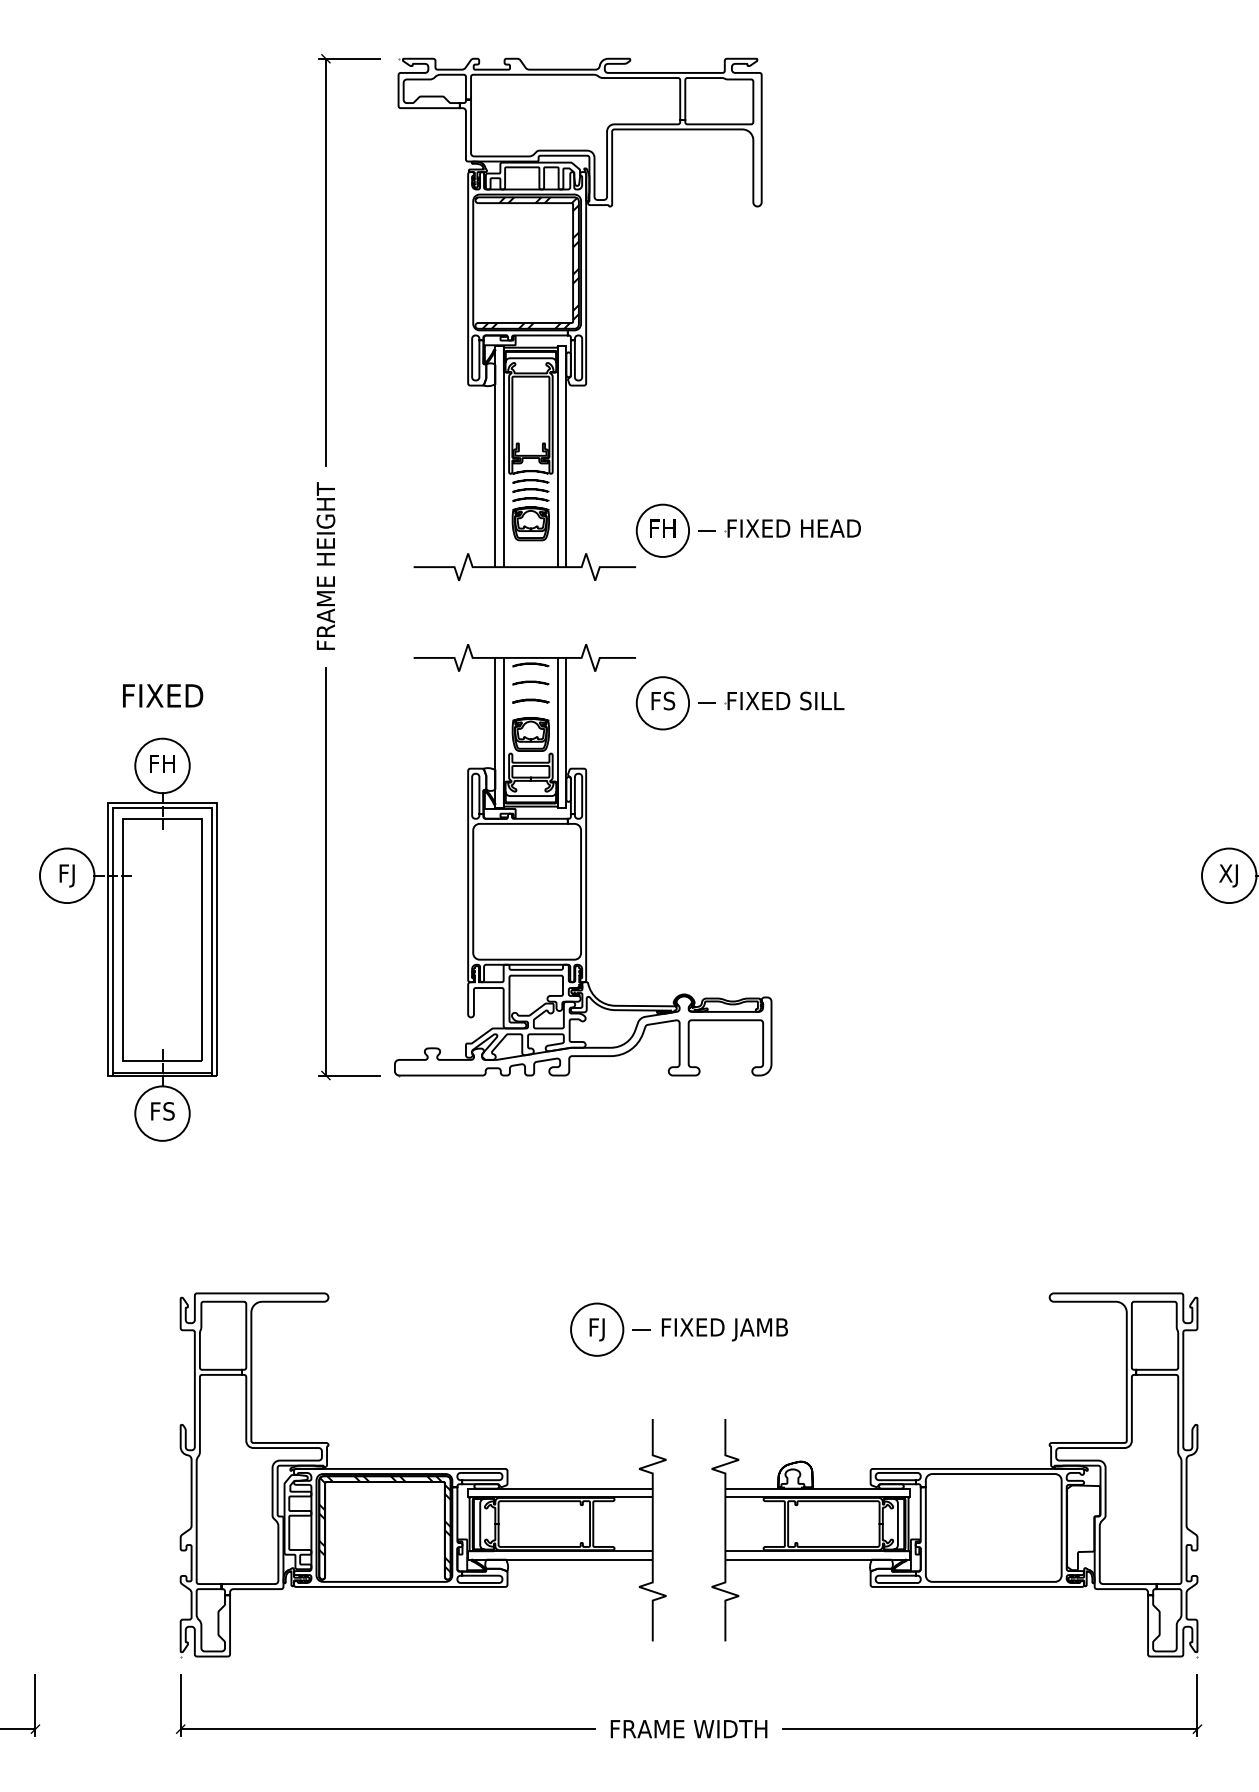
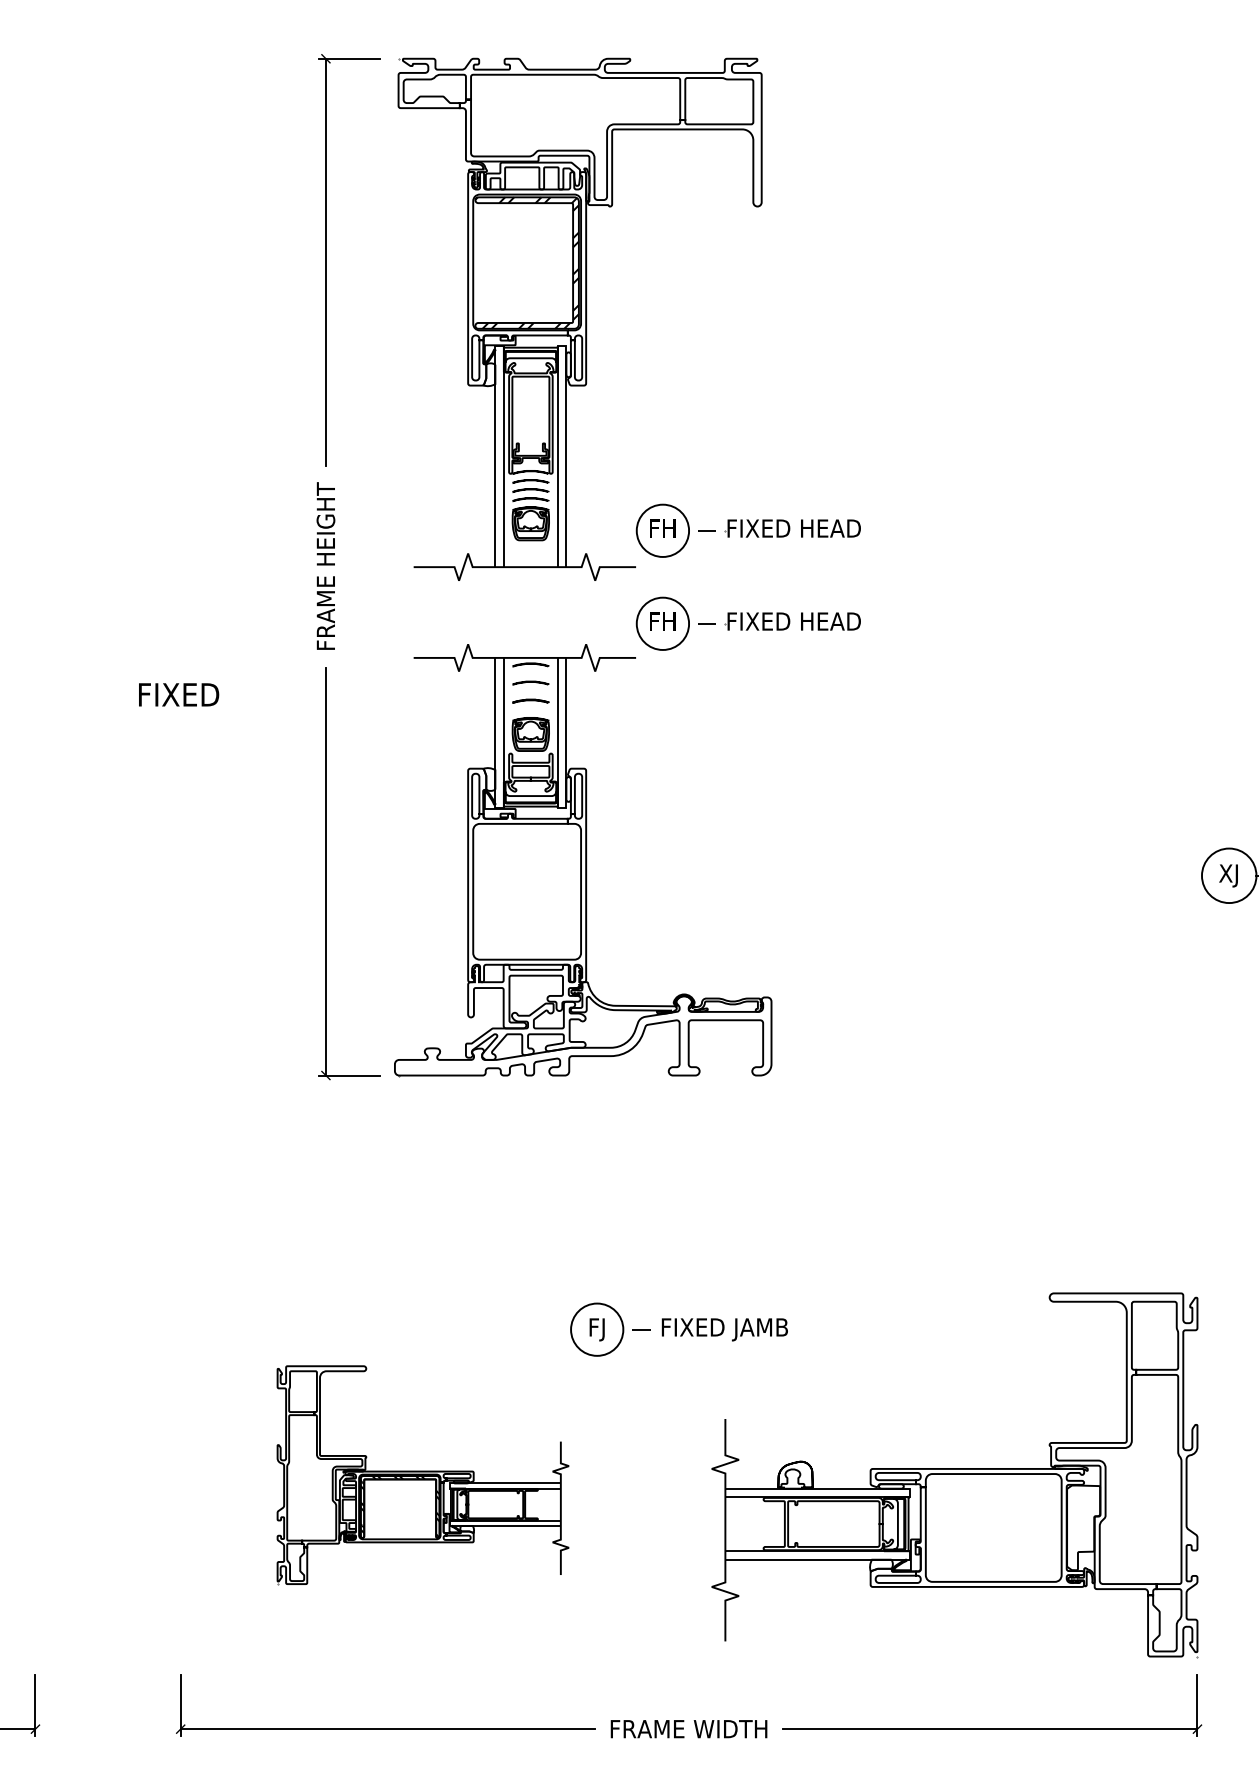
part at (747, 623): none -> present
text at (163, 695) position: (163, 695) -> (179, 694)
part at (739, 703): present -> none
part at (128, 939): present -> none
part at (422, 1475) size: 488x367 px -> 294x221 px
